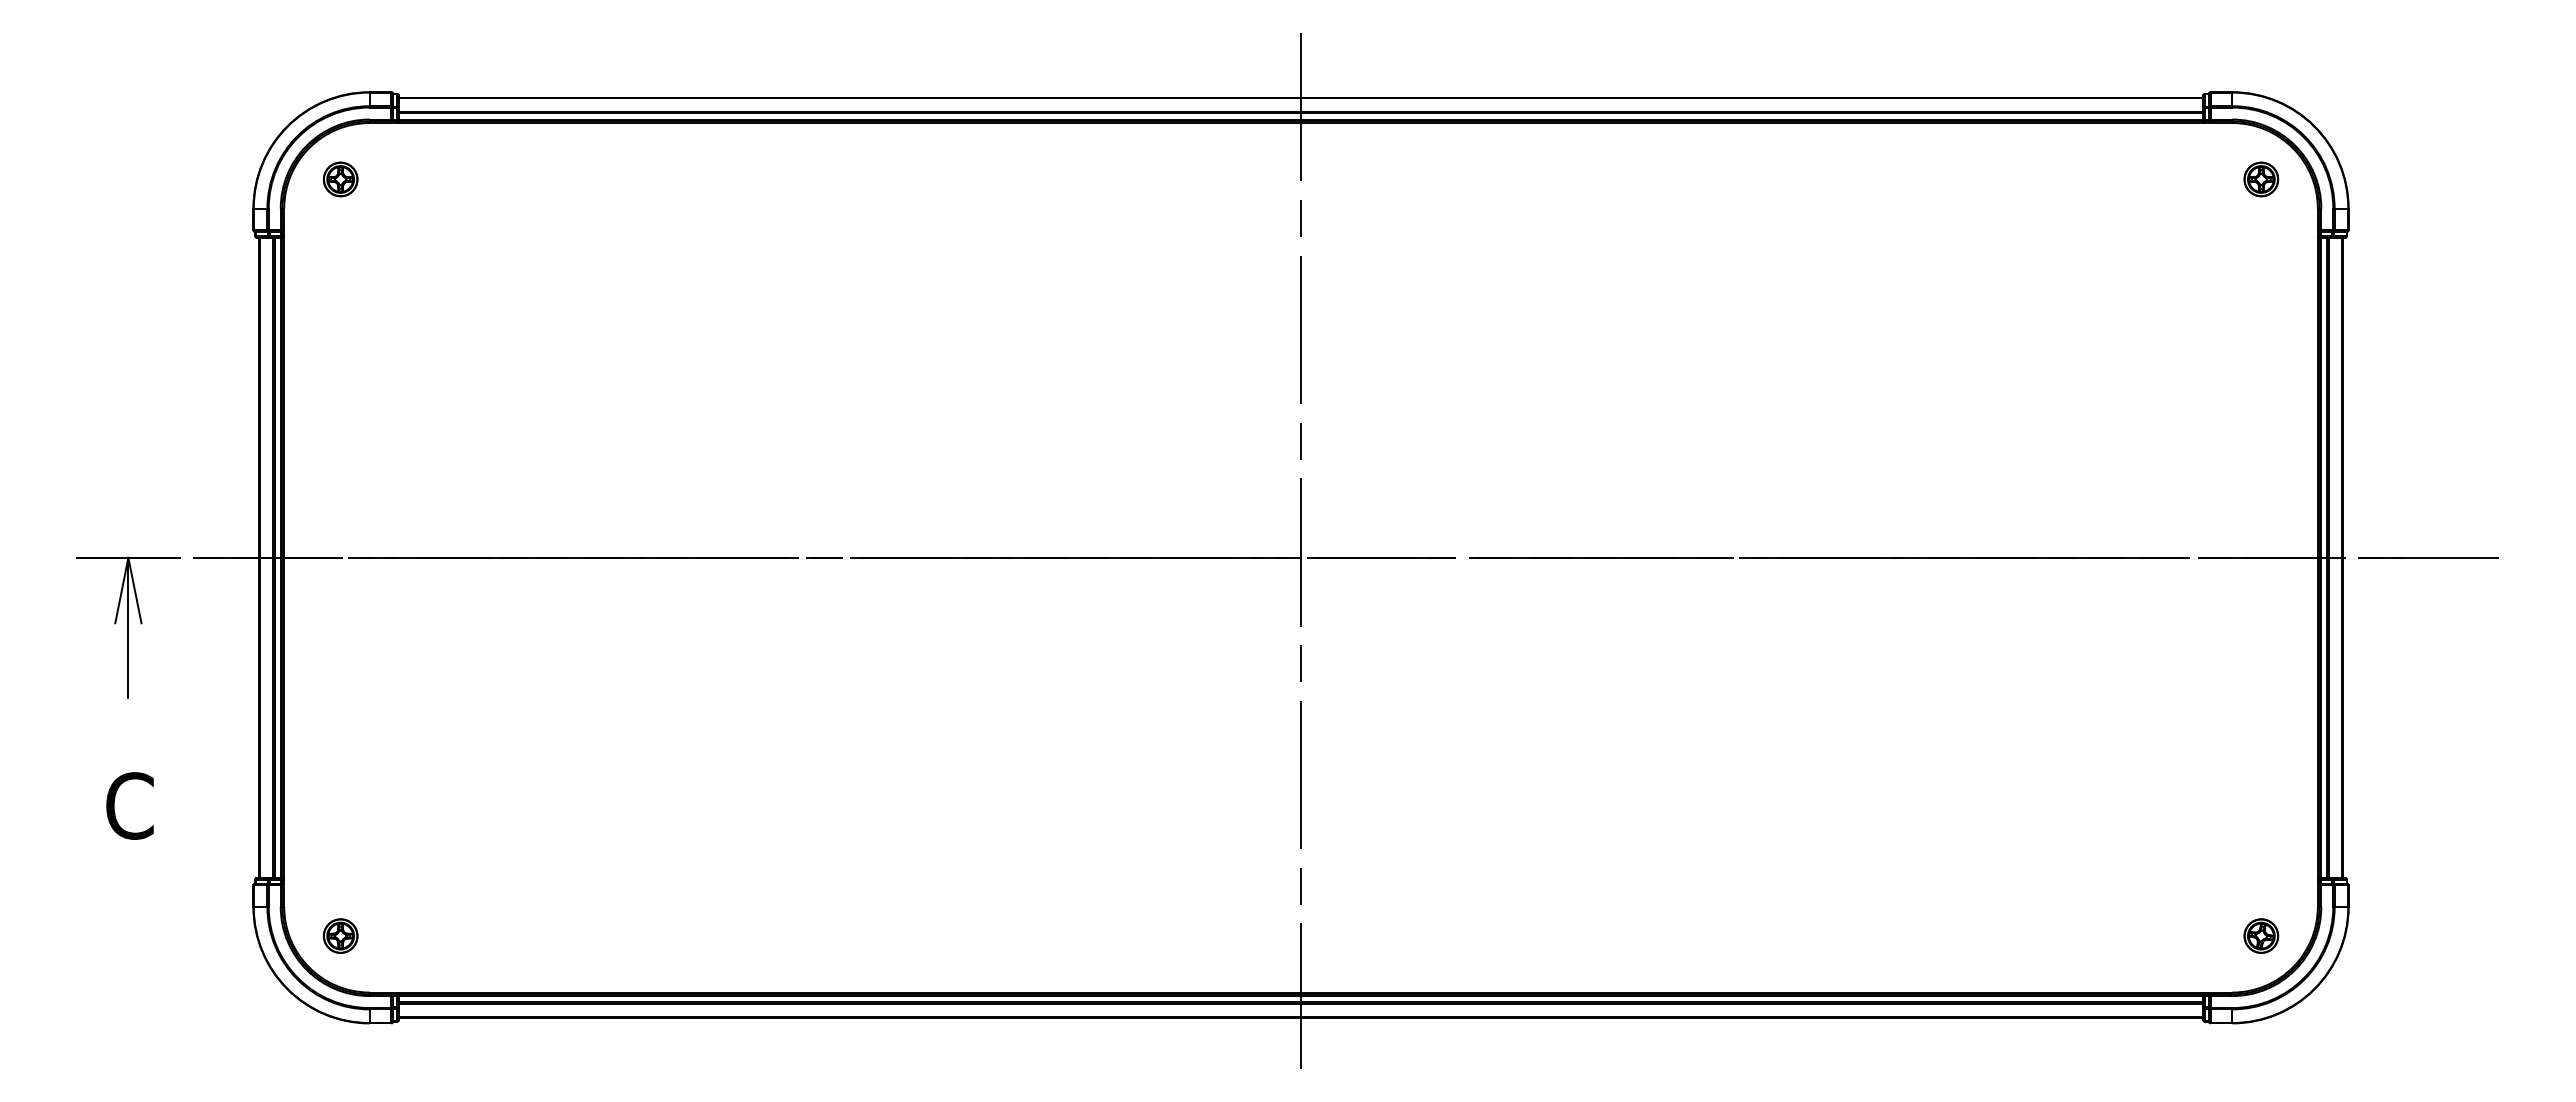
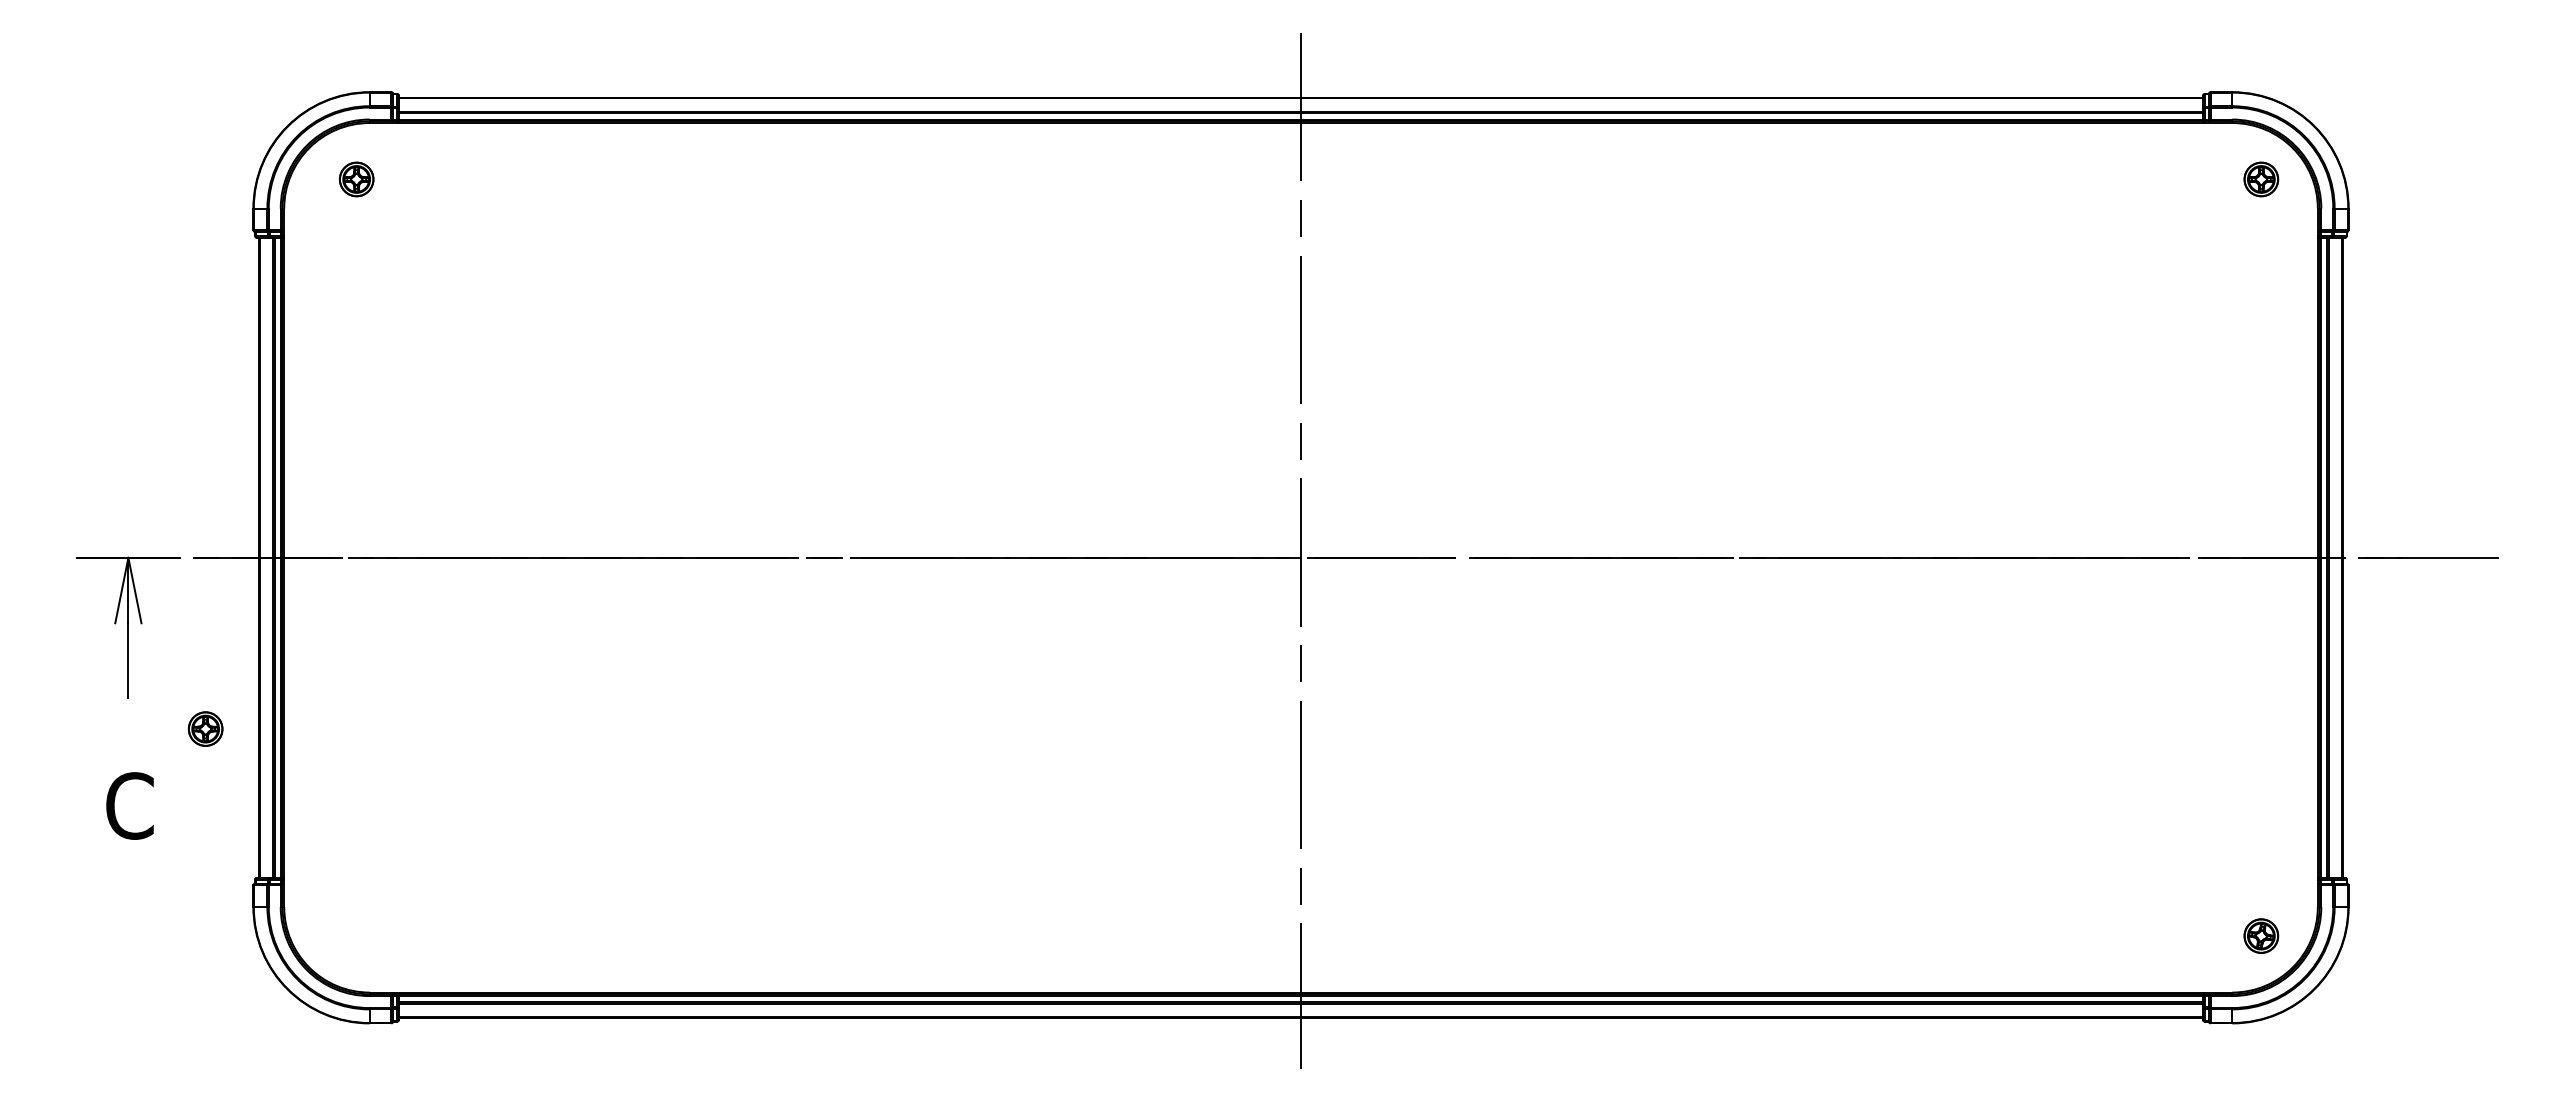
part at (340, 179) position: (340, 179) -> (356, 179)
part at (340, 935) position: (340, 935) -> (205, 728)
